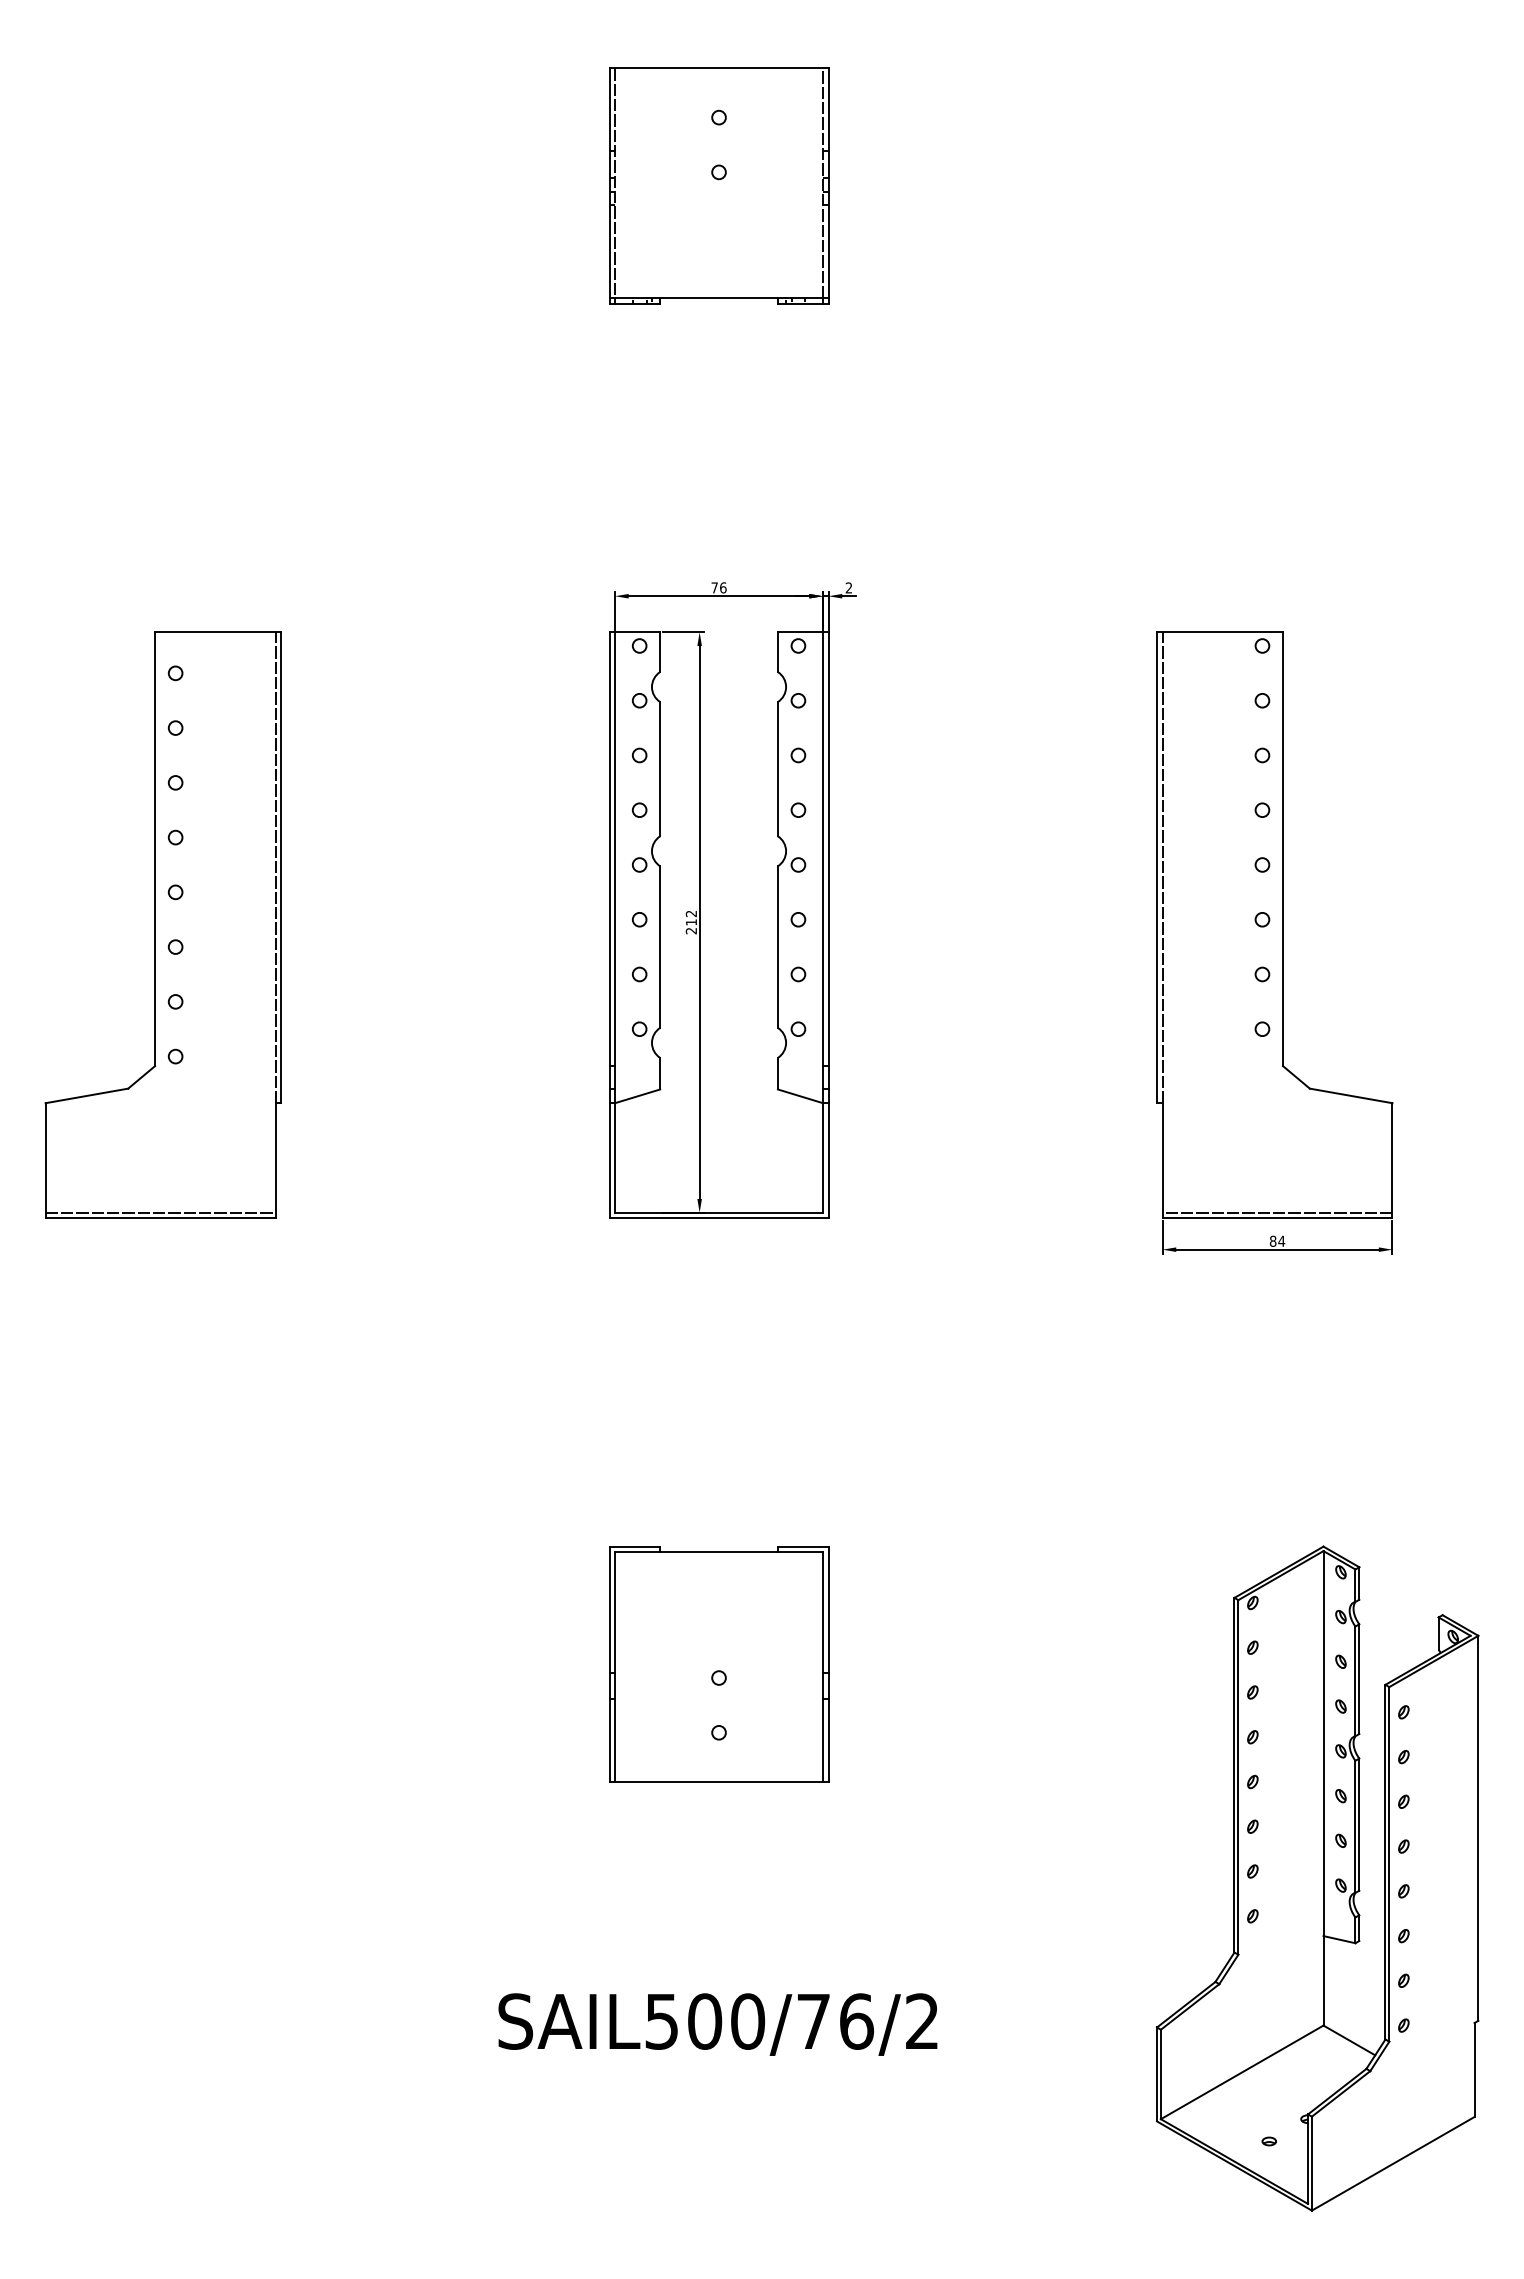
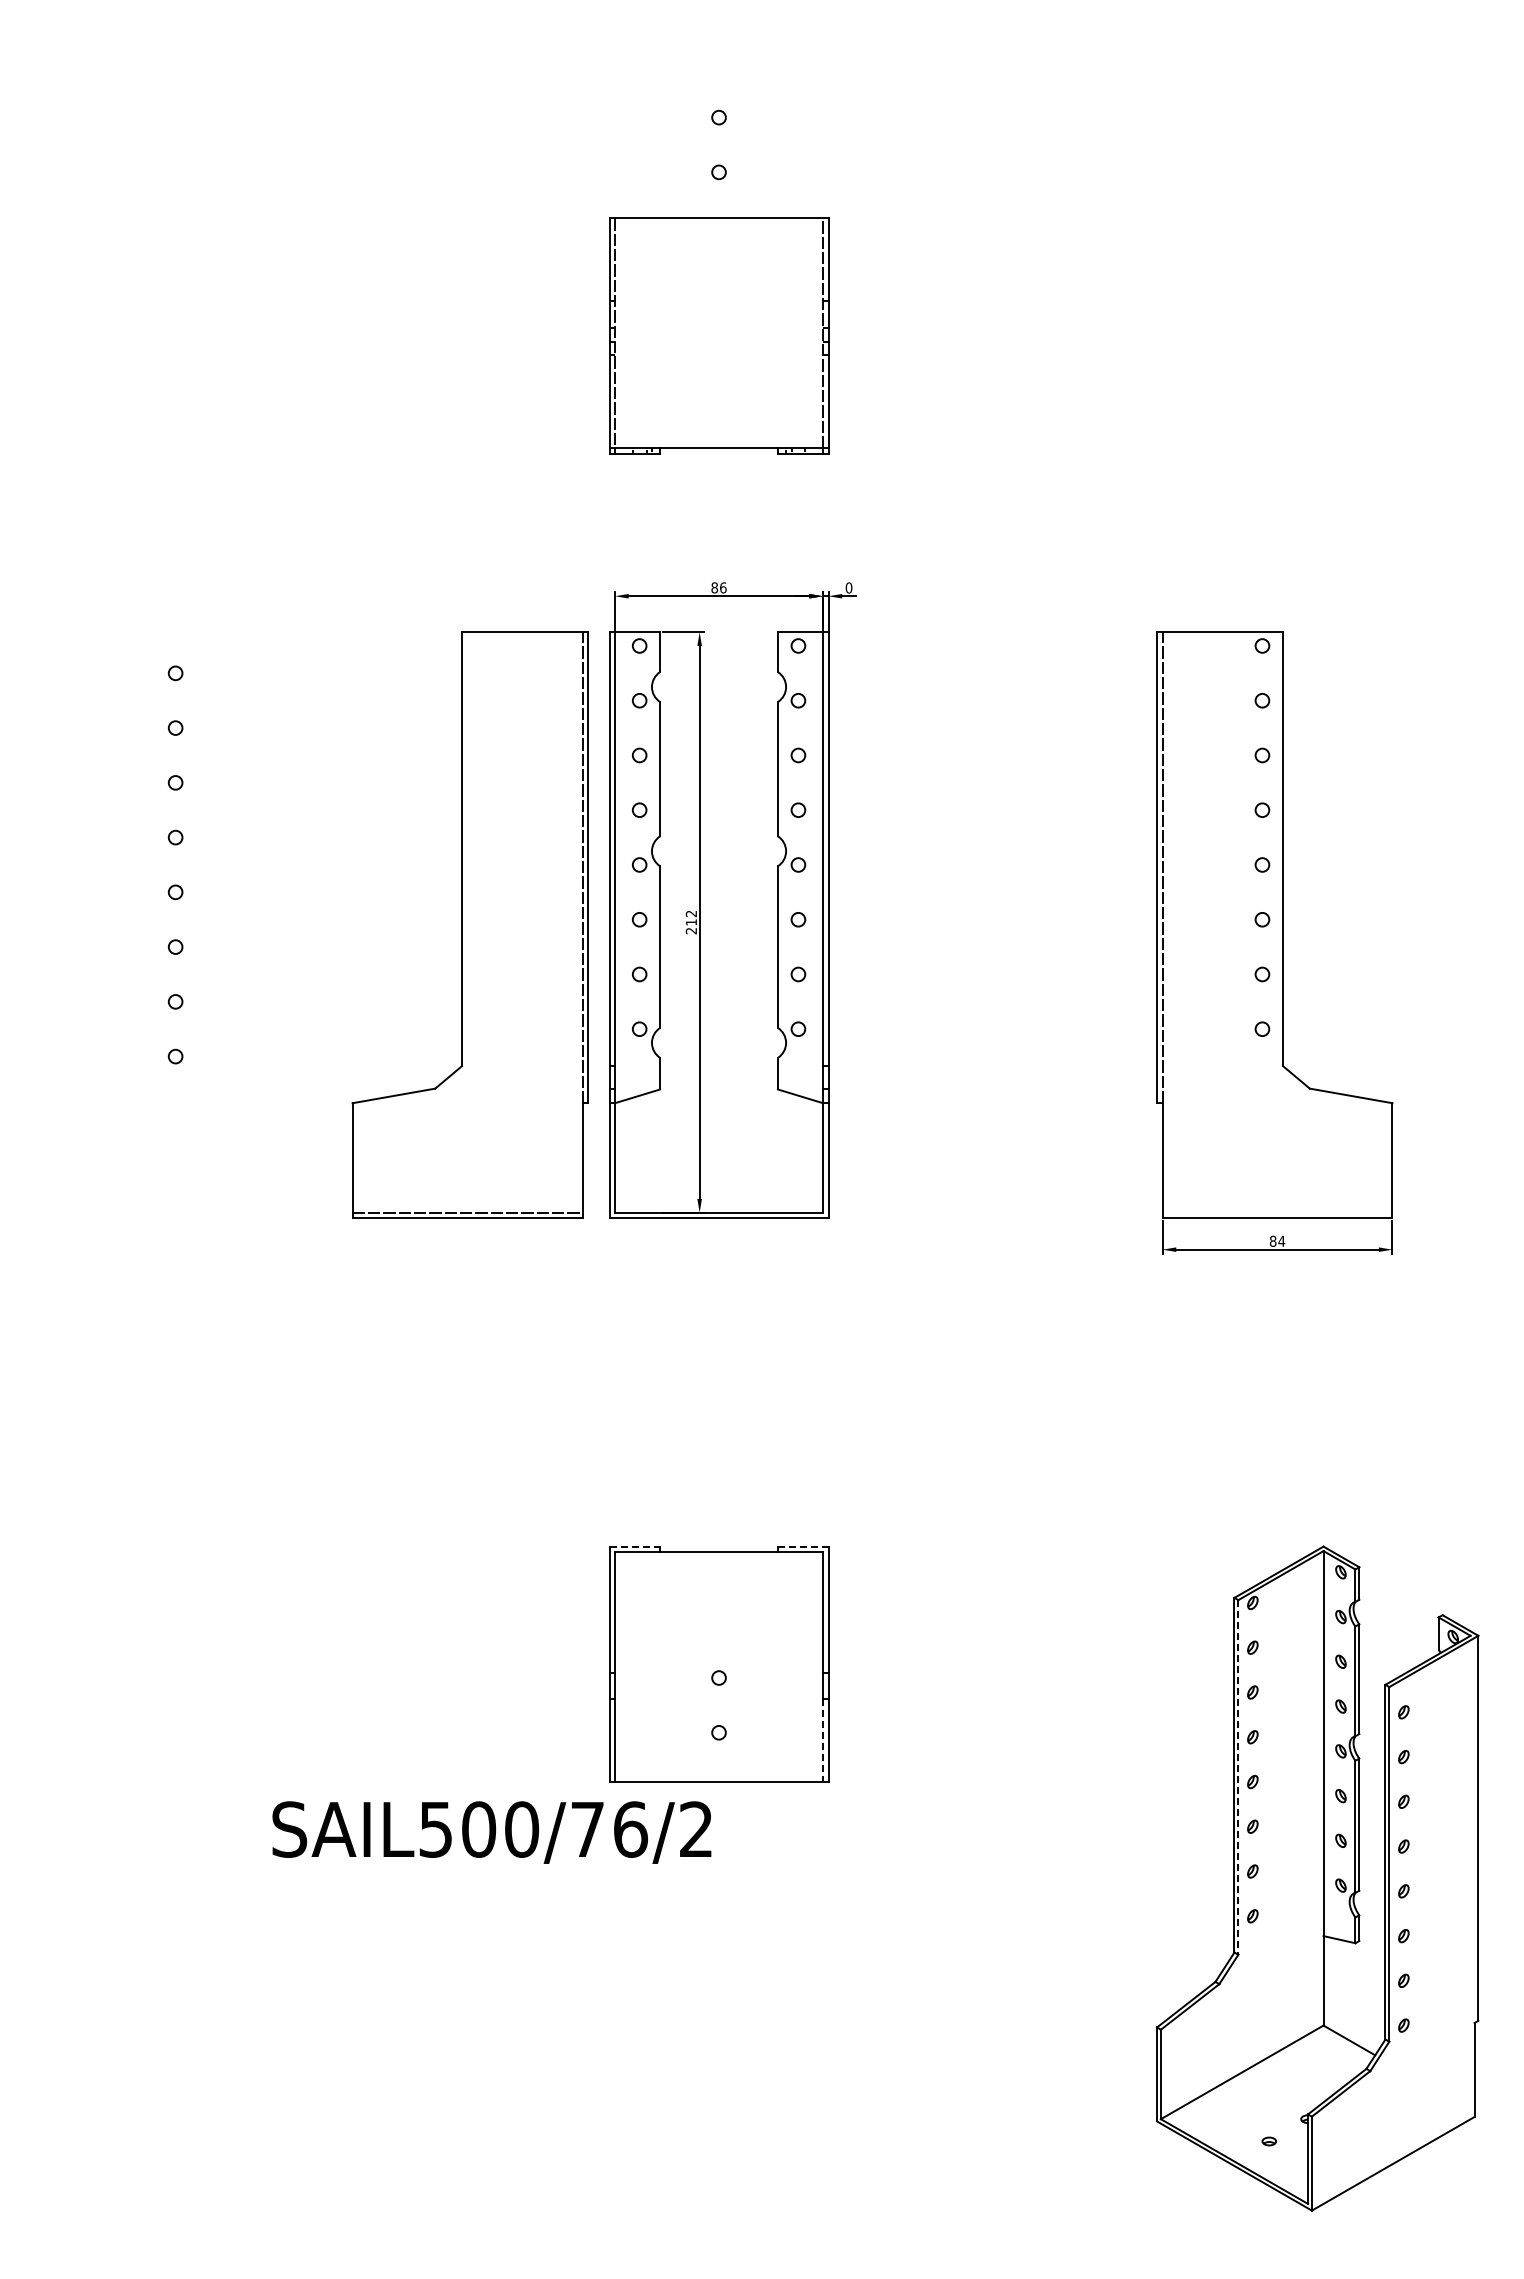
part at (719, 185) position: (719, 185) -> (719, 335)
text at (714, 587): 76 -> 86
text at (848, 587): 2 -> 0
part at (162, 924) position: (162, 924) -> (469, 924)
line at (1277, 1212): present -> none
line at (635, 1546): solid -> dashed
line at (802, 1546): solid -> dashed
line at (823, 1741): solid -> dashed
line at (1238, 1777): solid -> dashed
text at (717, 2024) position: (717, 2024) -> (491, 1832)
